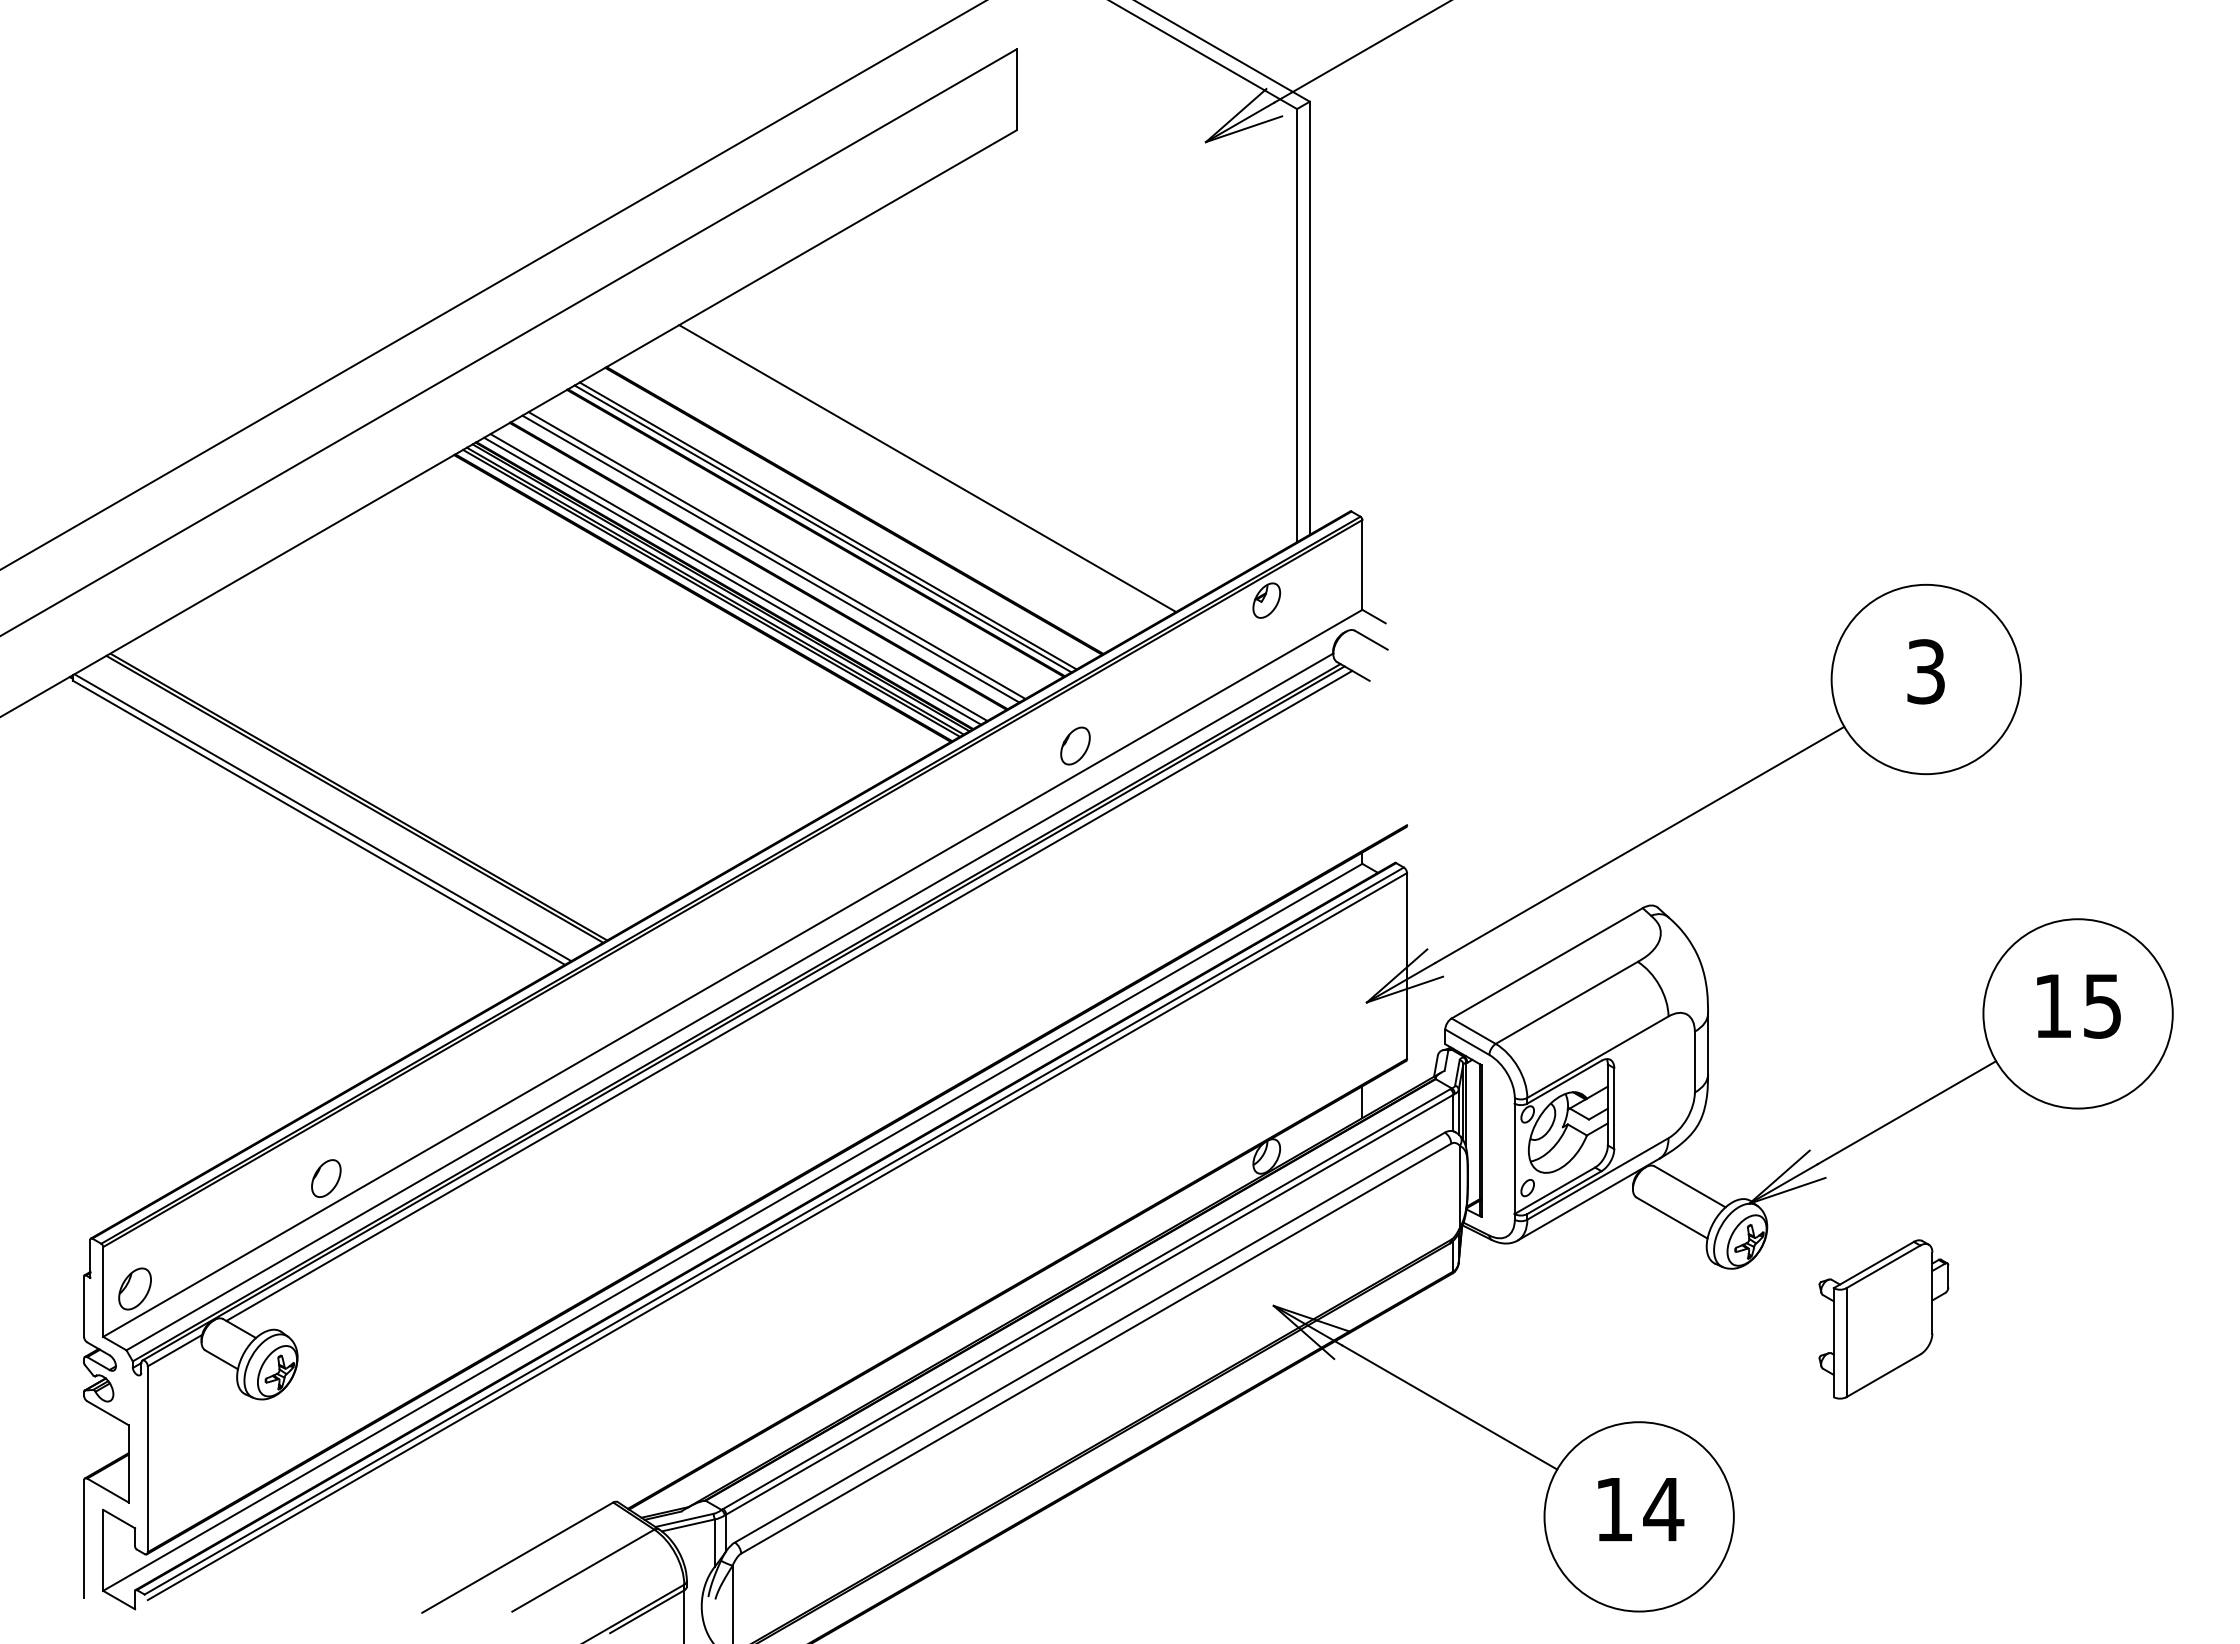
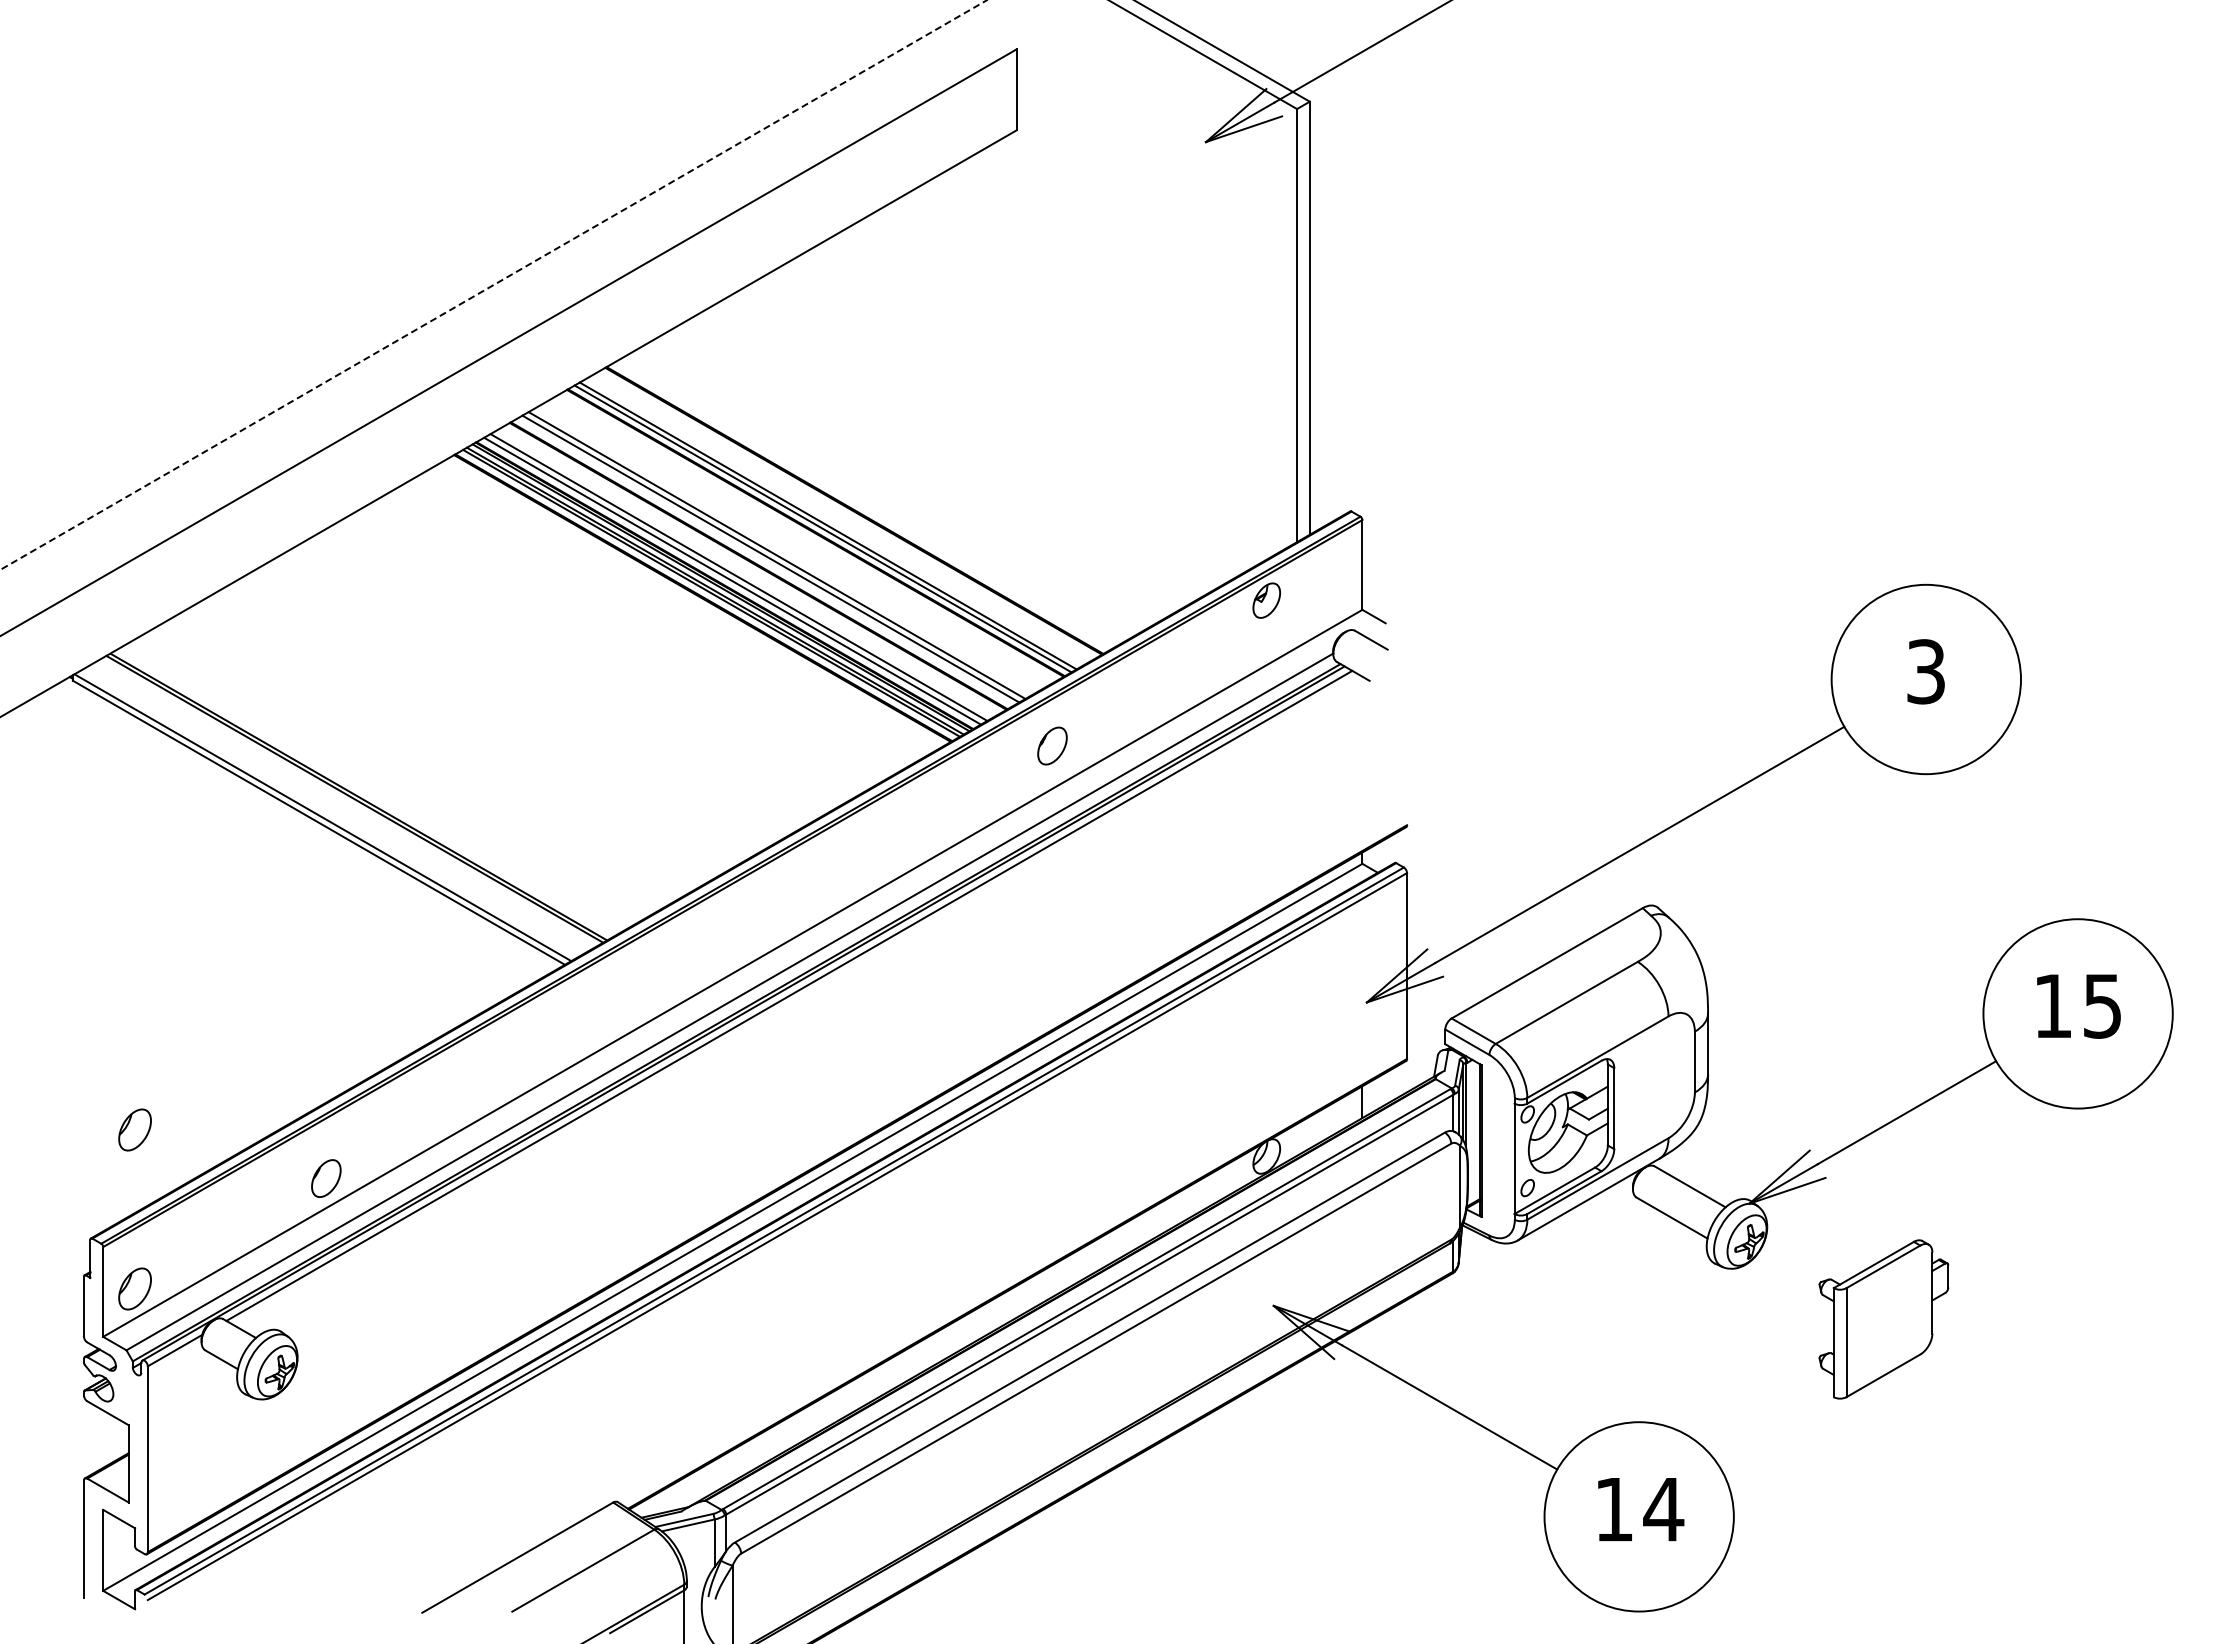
line at (494, 284): solid -> dashed
line at (927, 468): present -> none
part at (1075, 745) position: (1075, 745) -> (1052, 745)
part at (134, 1129): none -> present
